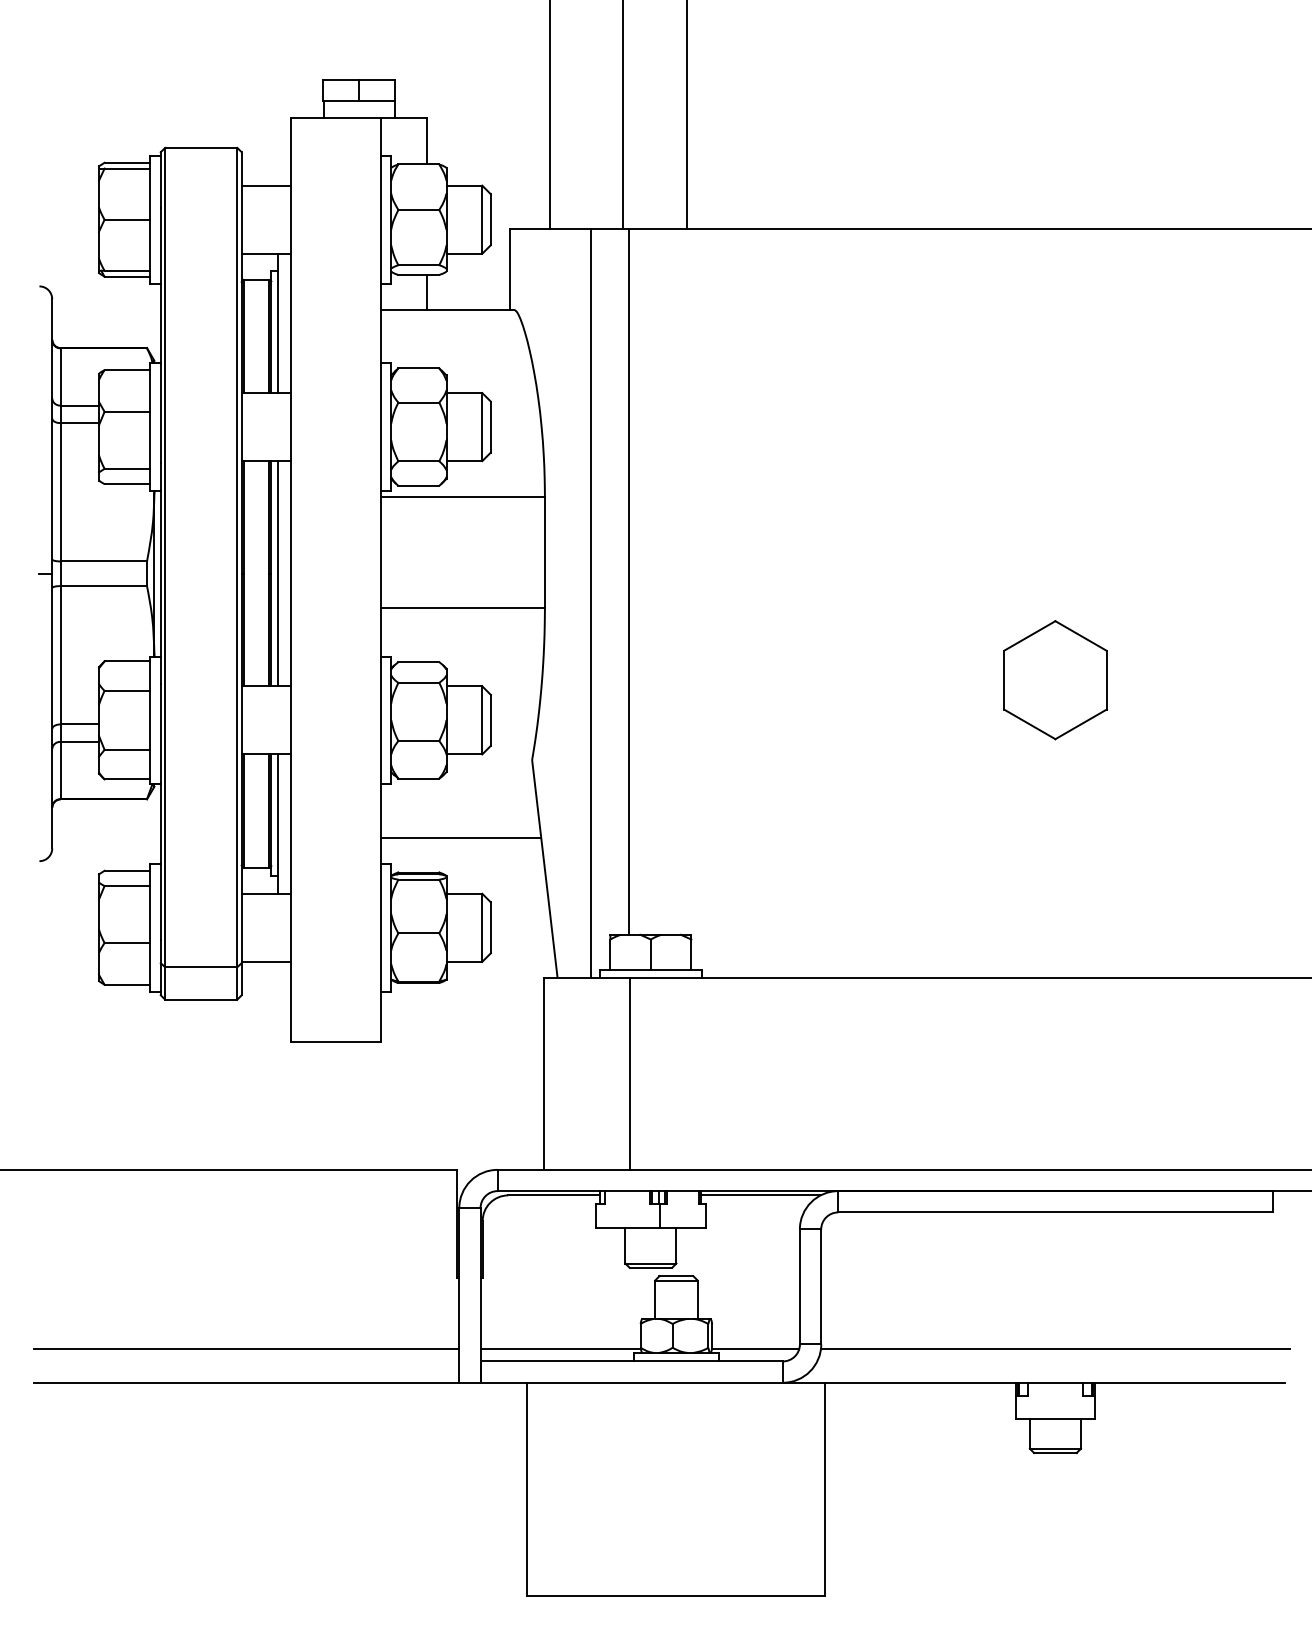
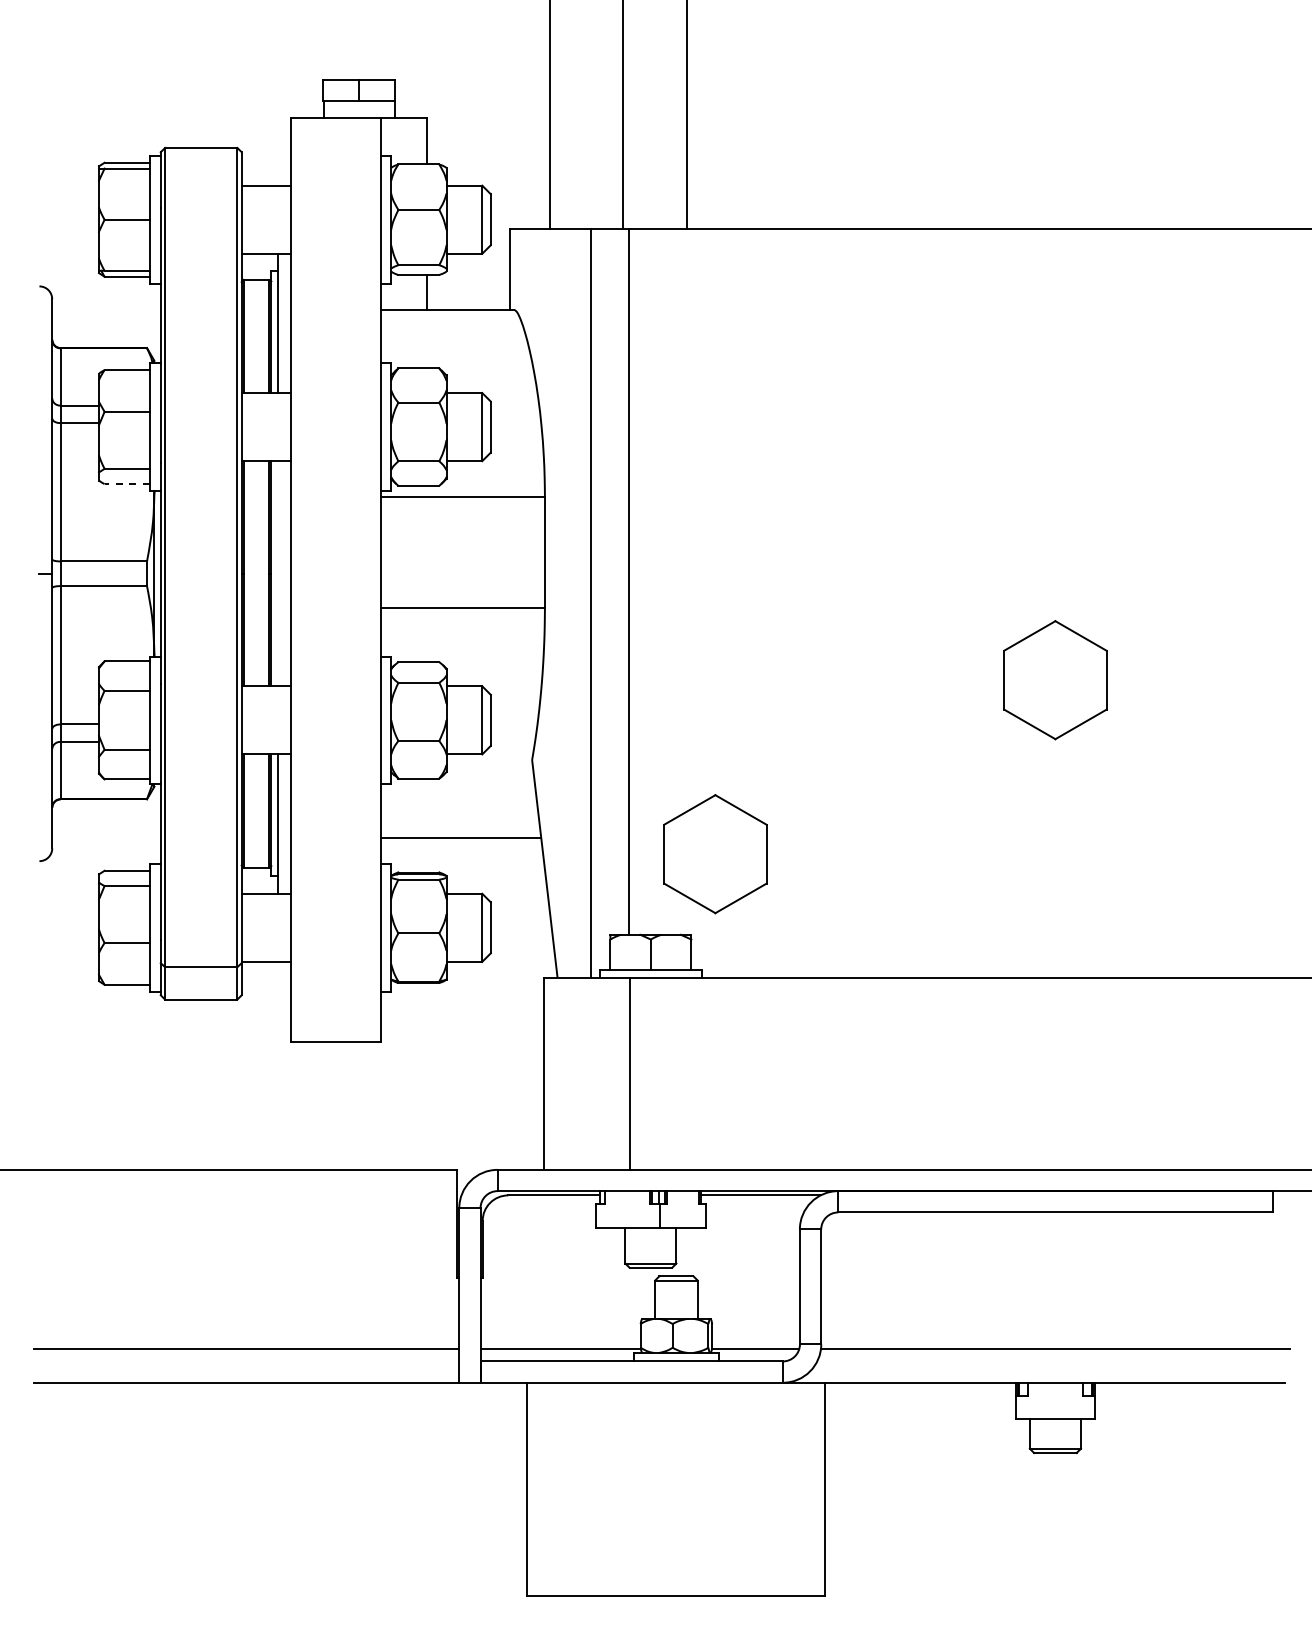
line at (127, 484): solid -> dashed
line at (278, 573): present -> none
part at (715, 854): none -> present
